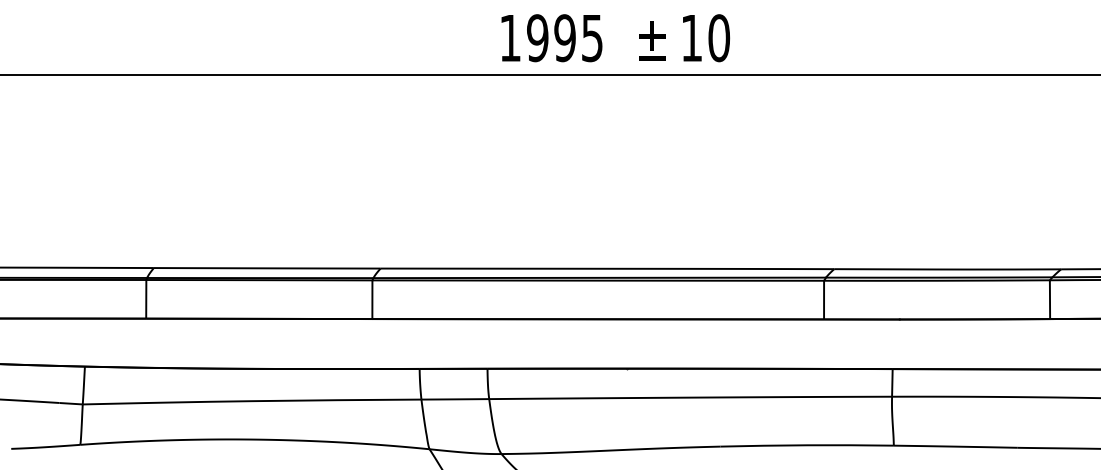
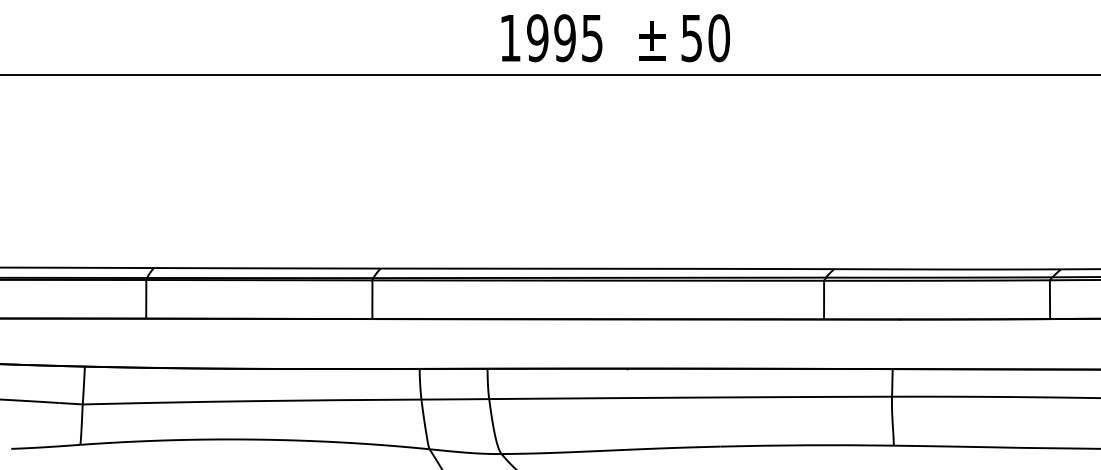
text at (691, 38): 10 -> 50
